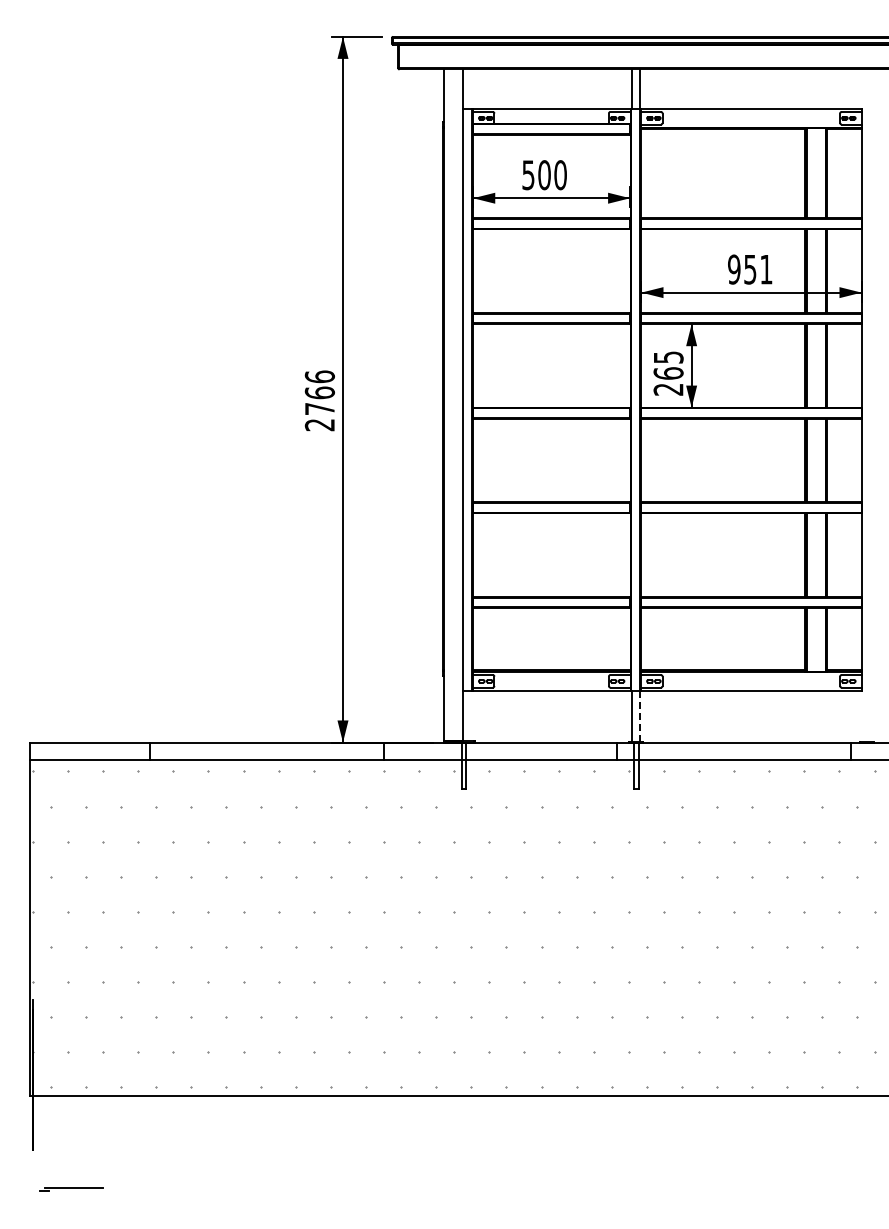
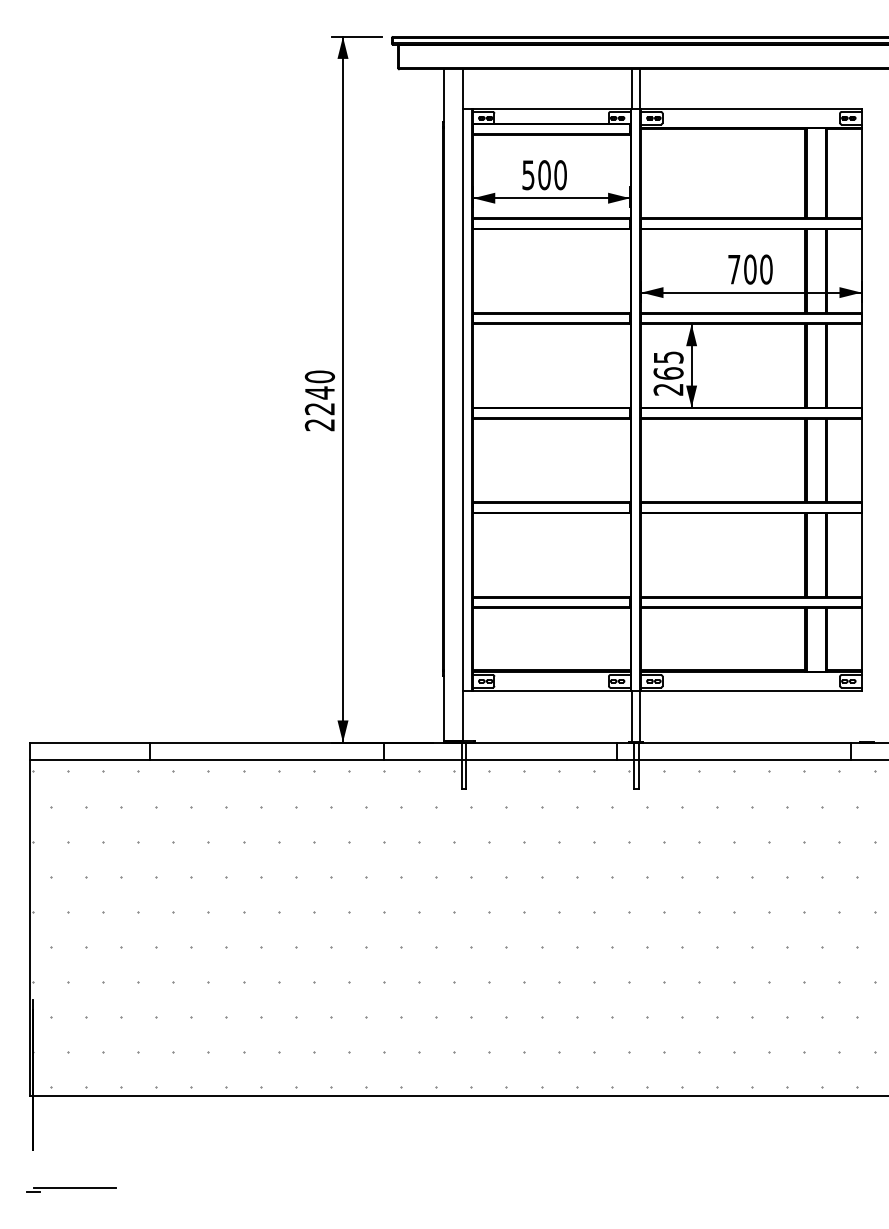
text at (750, 269): 951 -> 700
text at (319, 392): 2766 -> 2240
line at (639, 715): dashed -> solid
part at (71, 1189) size: 65x5 px -> 91x6 px
